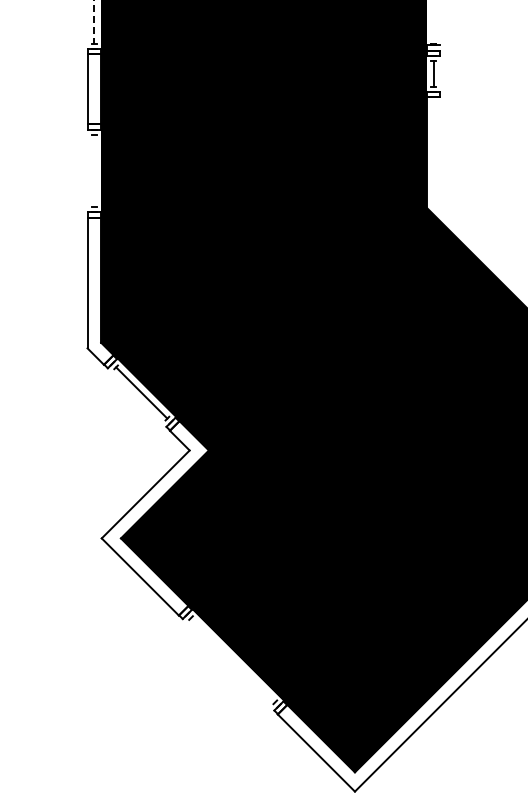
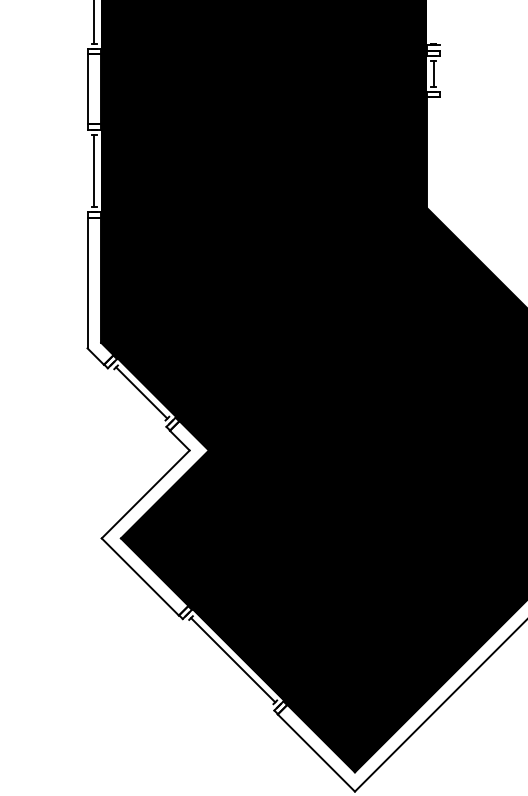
line at (94, 22): dashed -> solid
line at (94, 170): none -> present
line at (233, 660): none -> present
